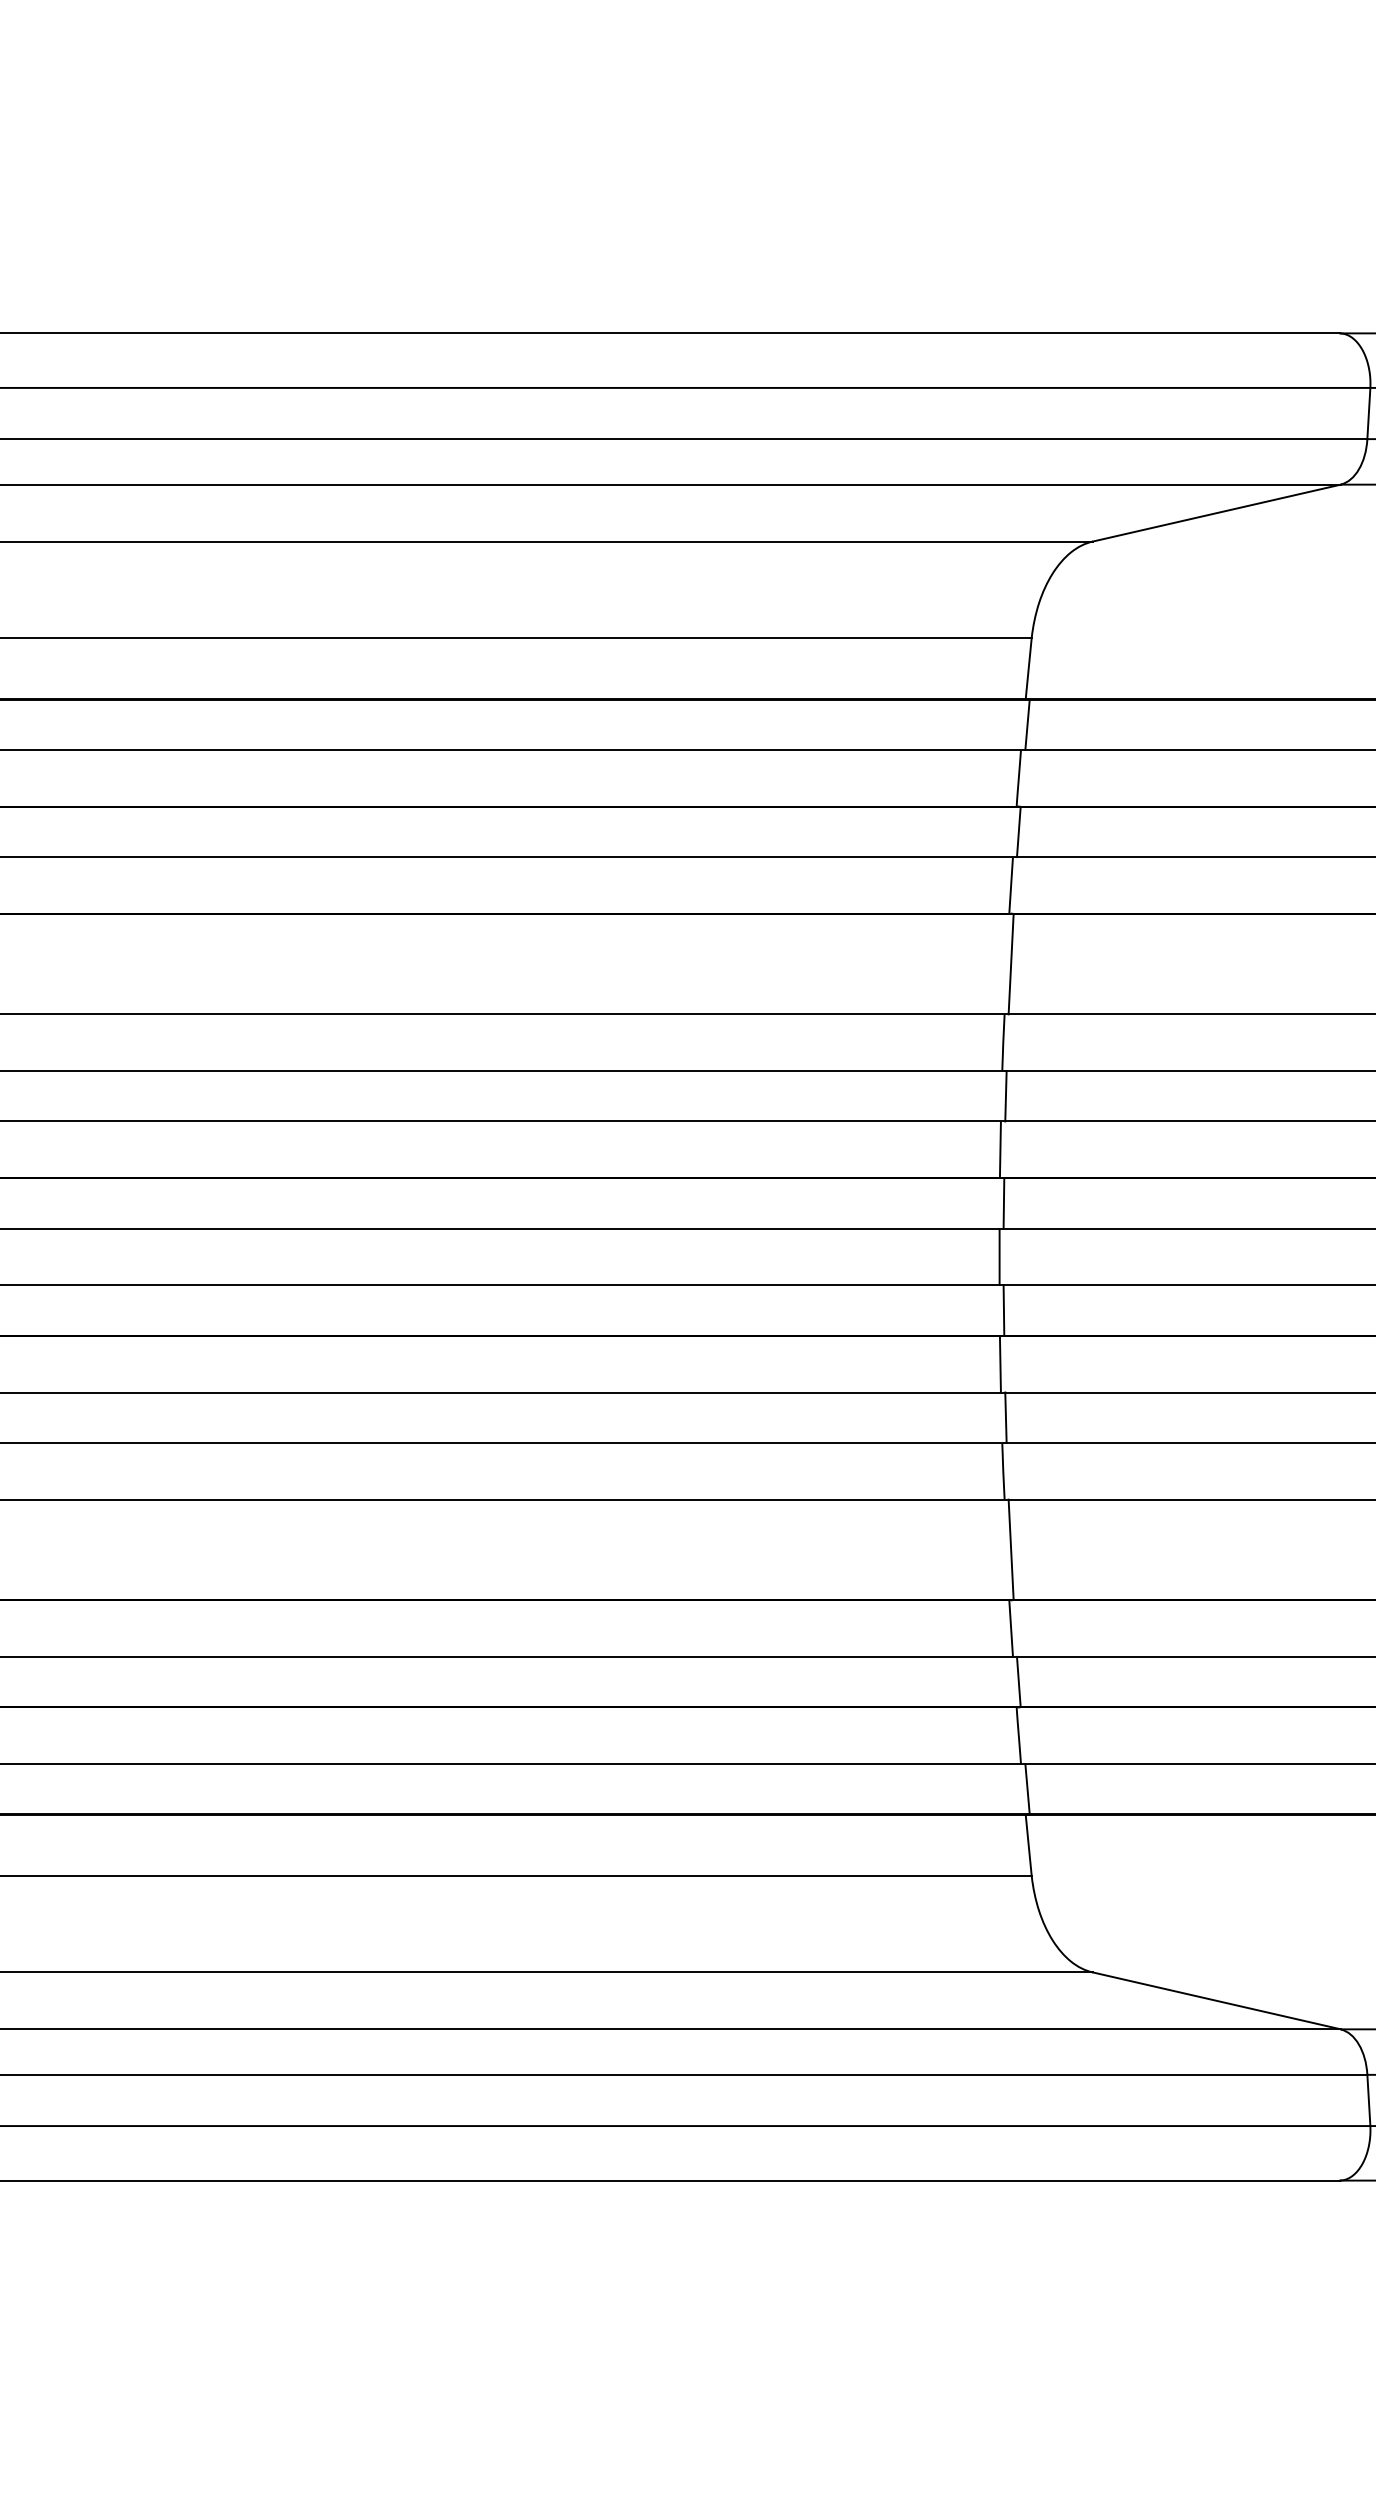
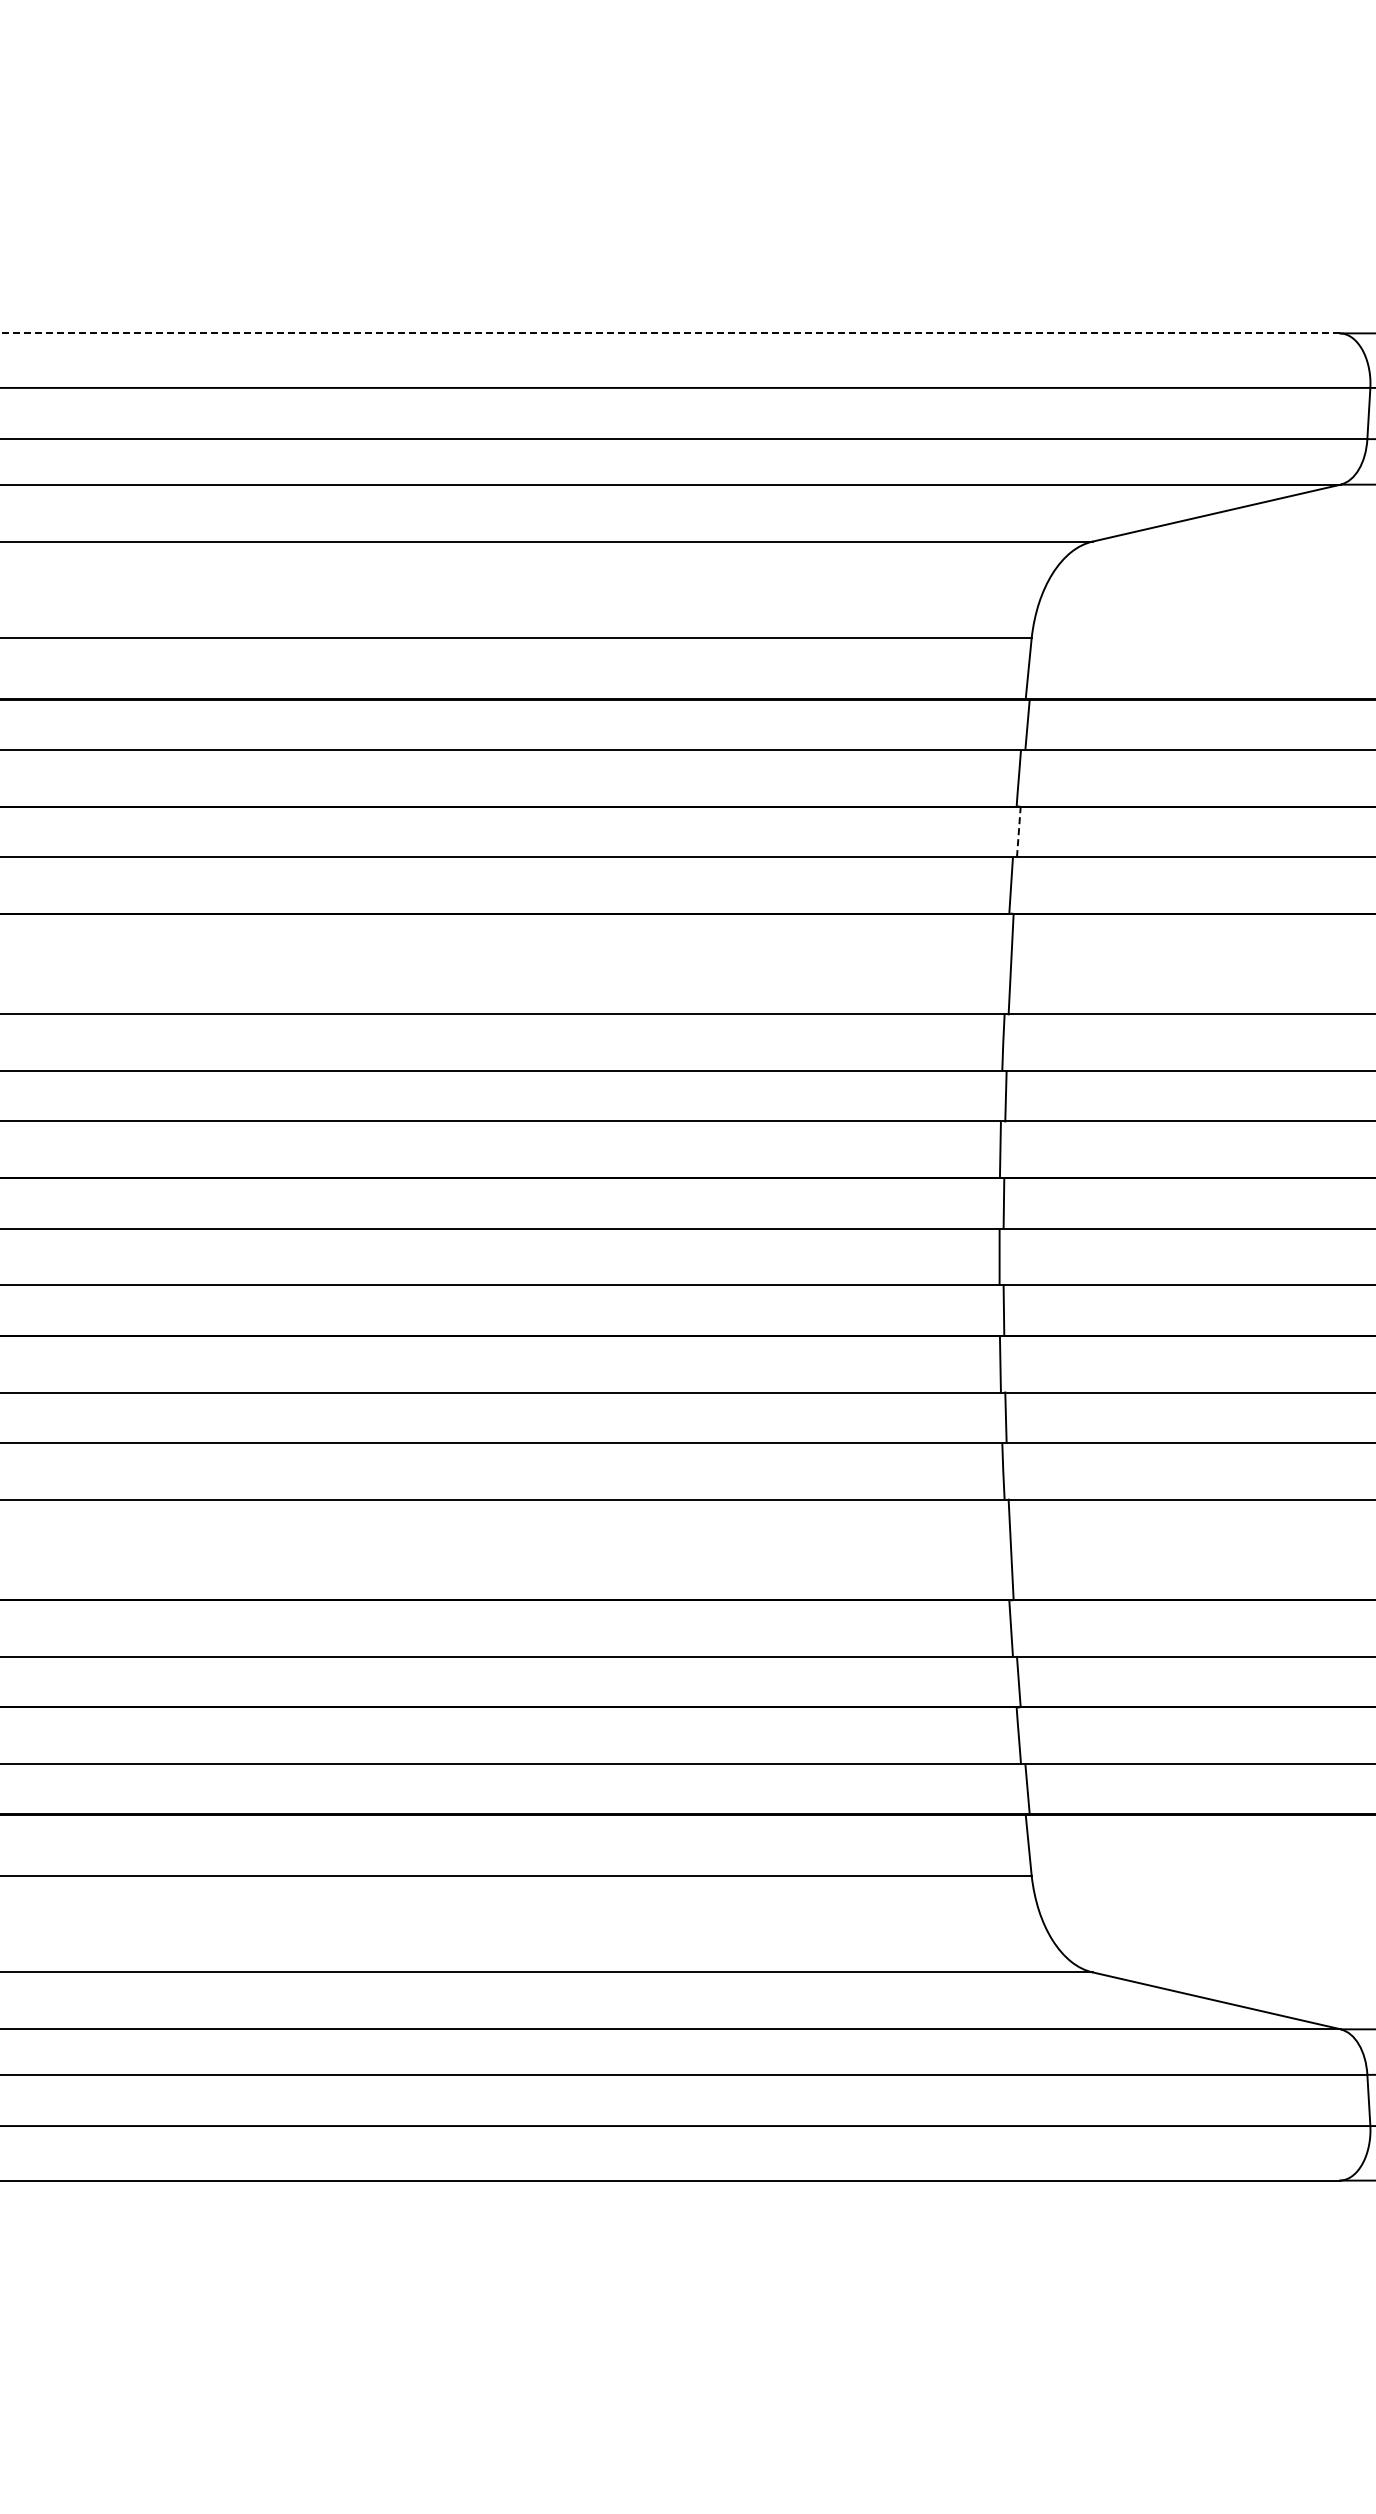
line at (669, 333): solid -> dashed
line at (1018, 831): solid -> dashed
